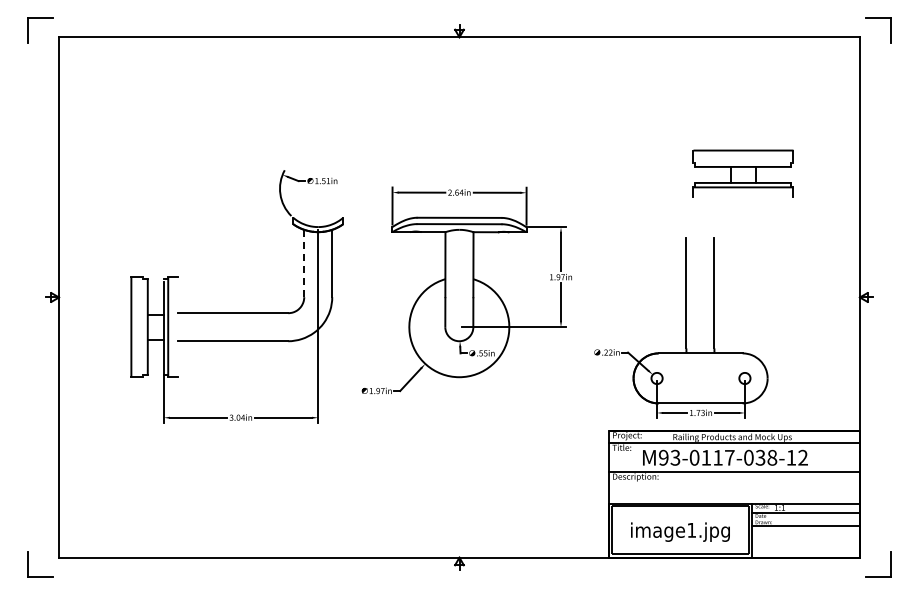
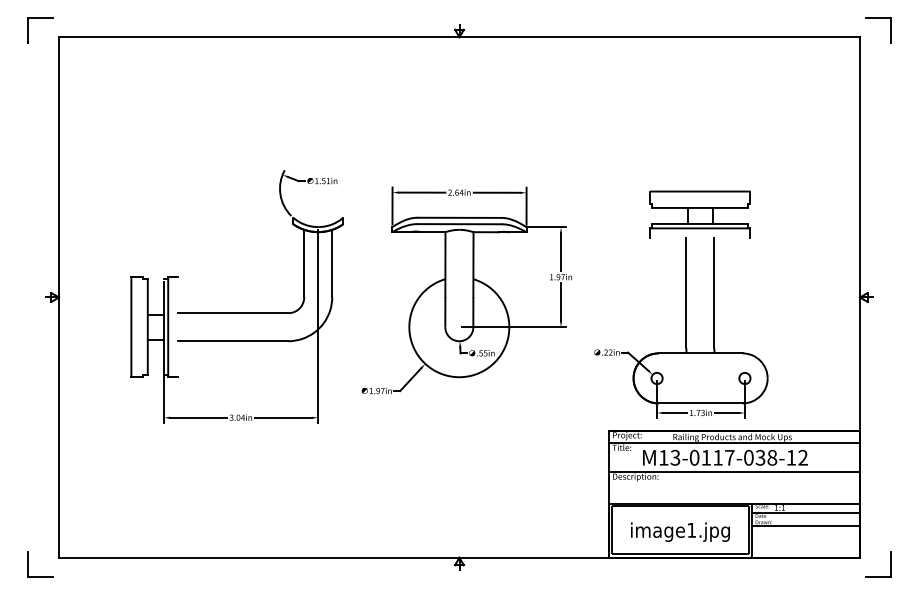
part at (742, 173) position: (742, 173) -> (699, 214)
line at (304, 263): dashed -> solid
text at (663, 457): M93-0117-038-12 -> M13-0117-038-12
